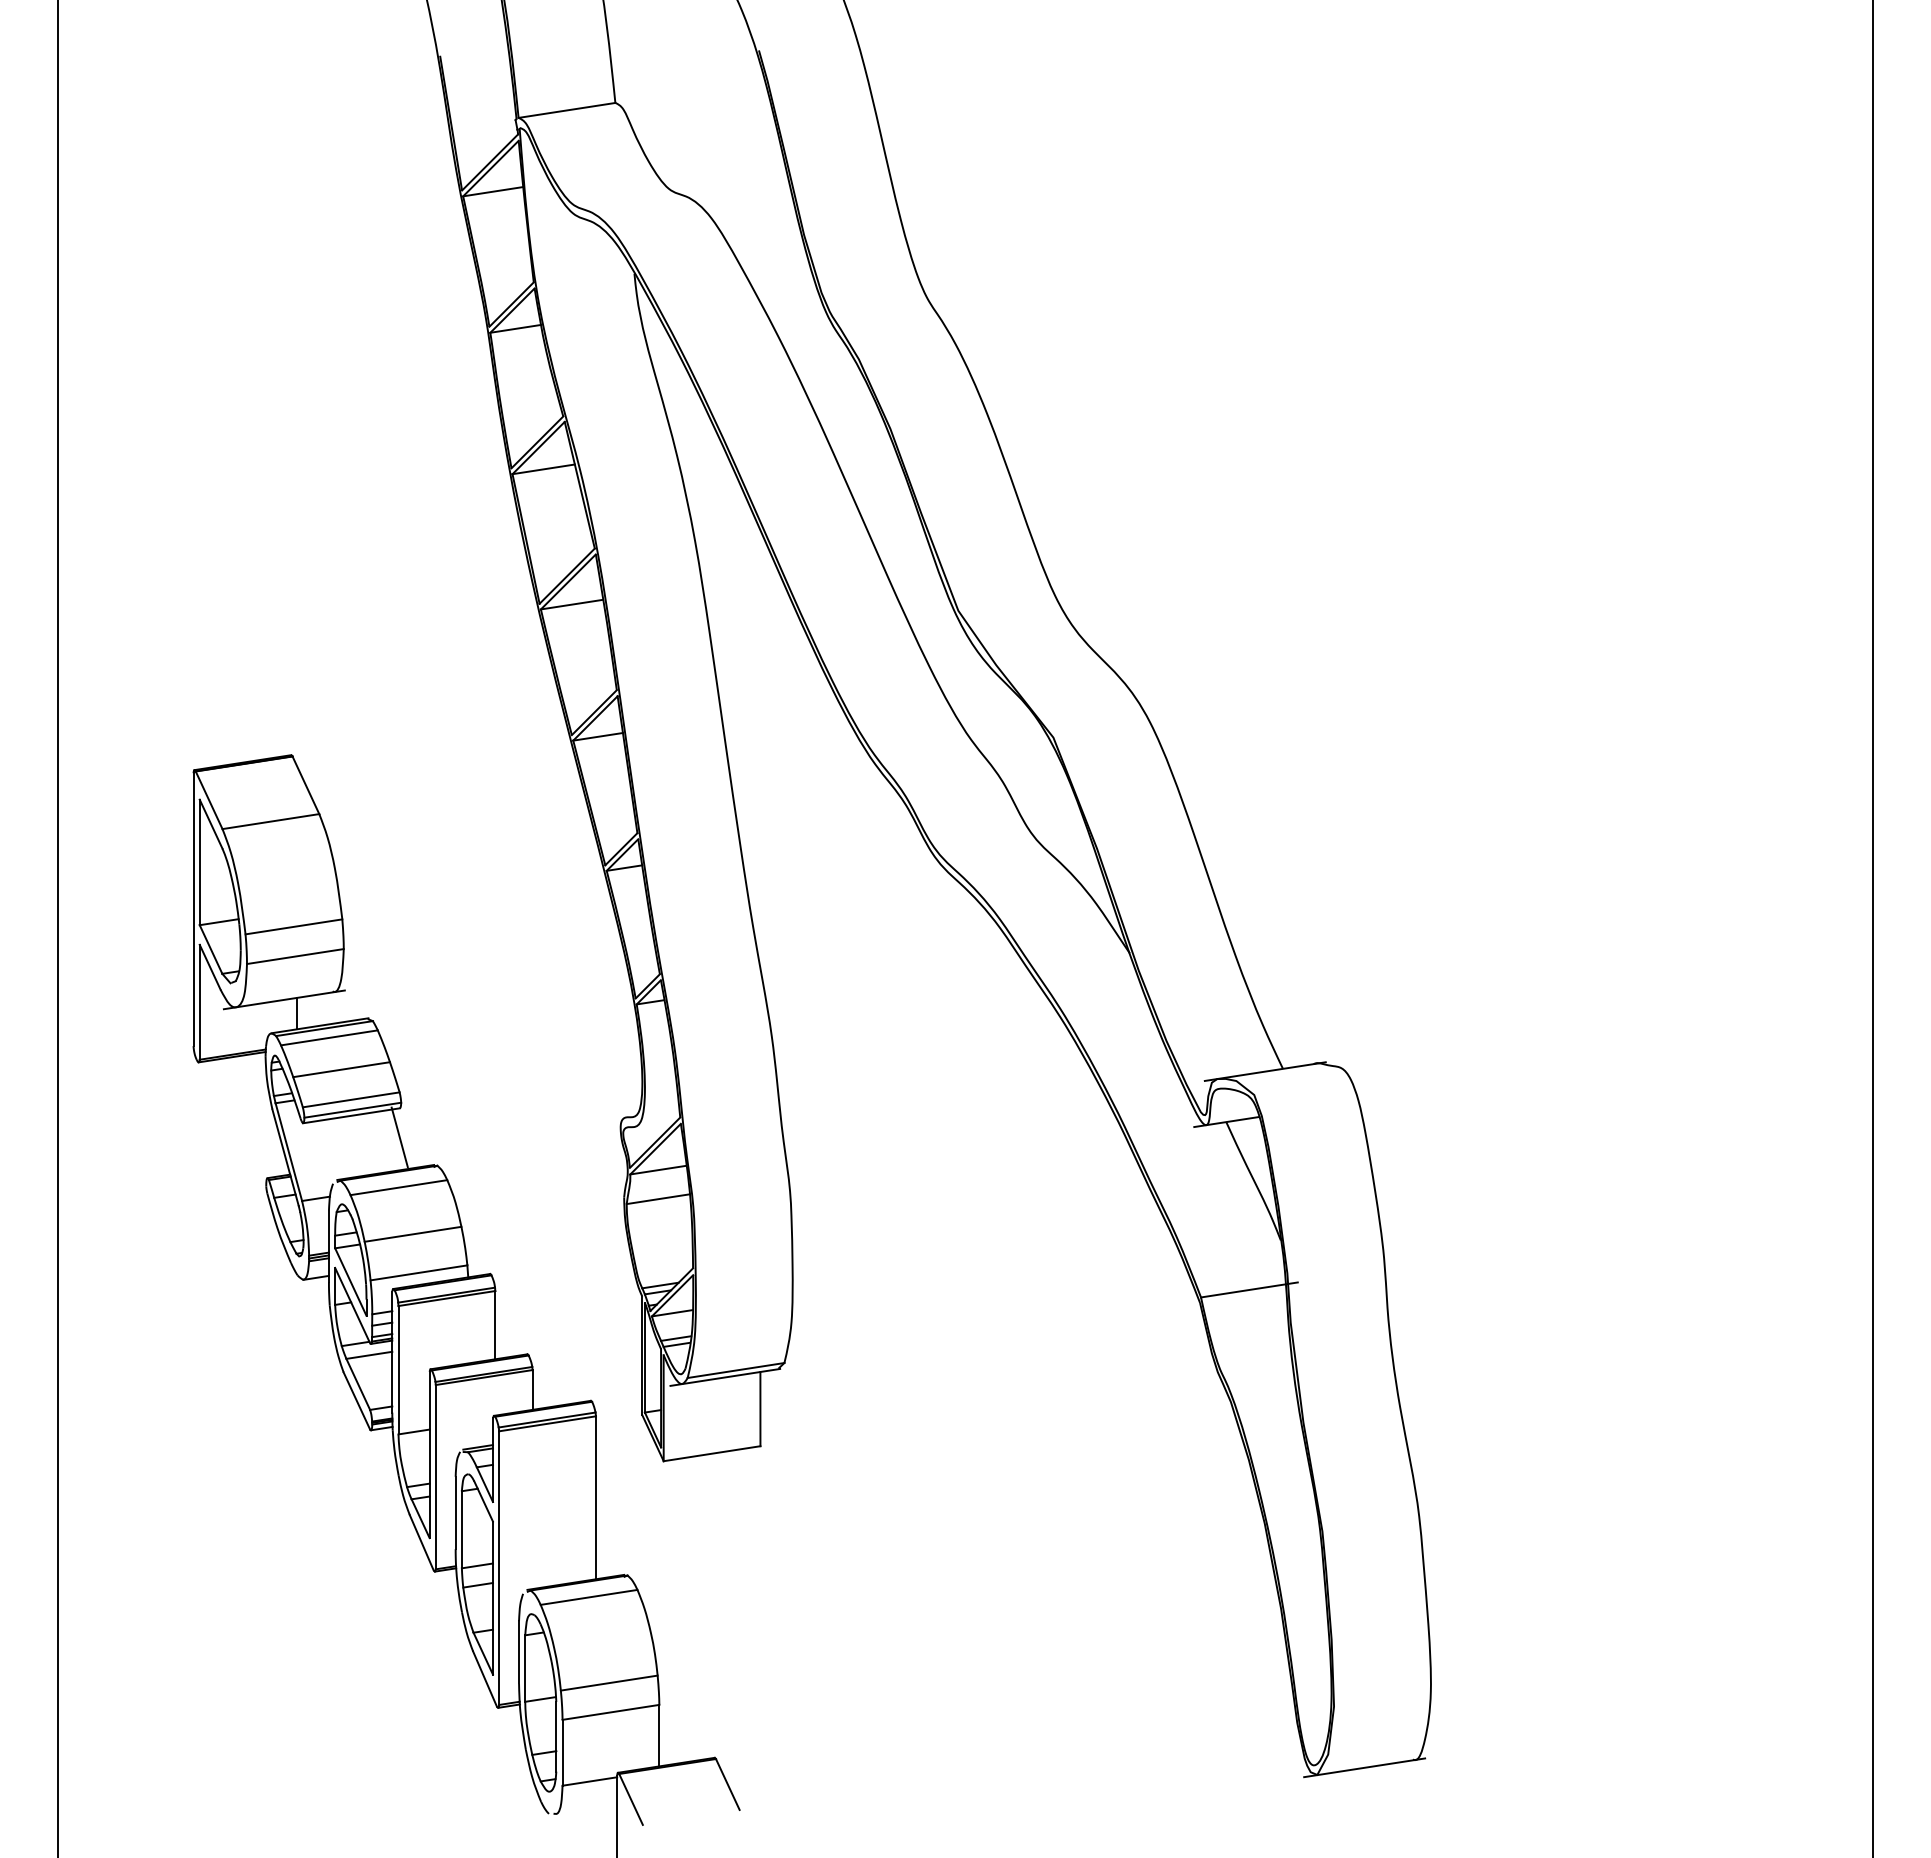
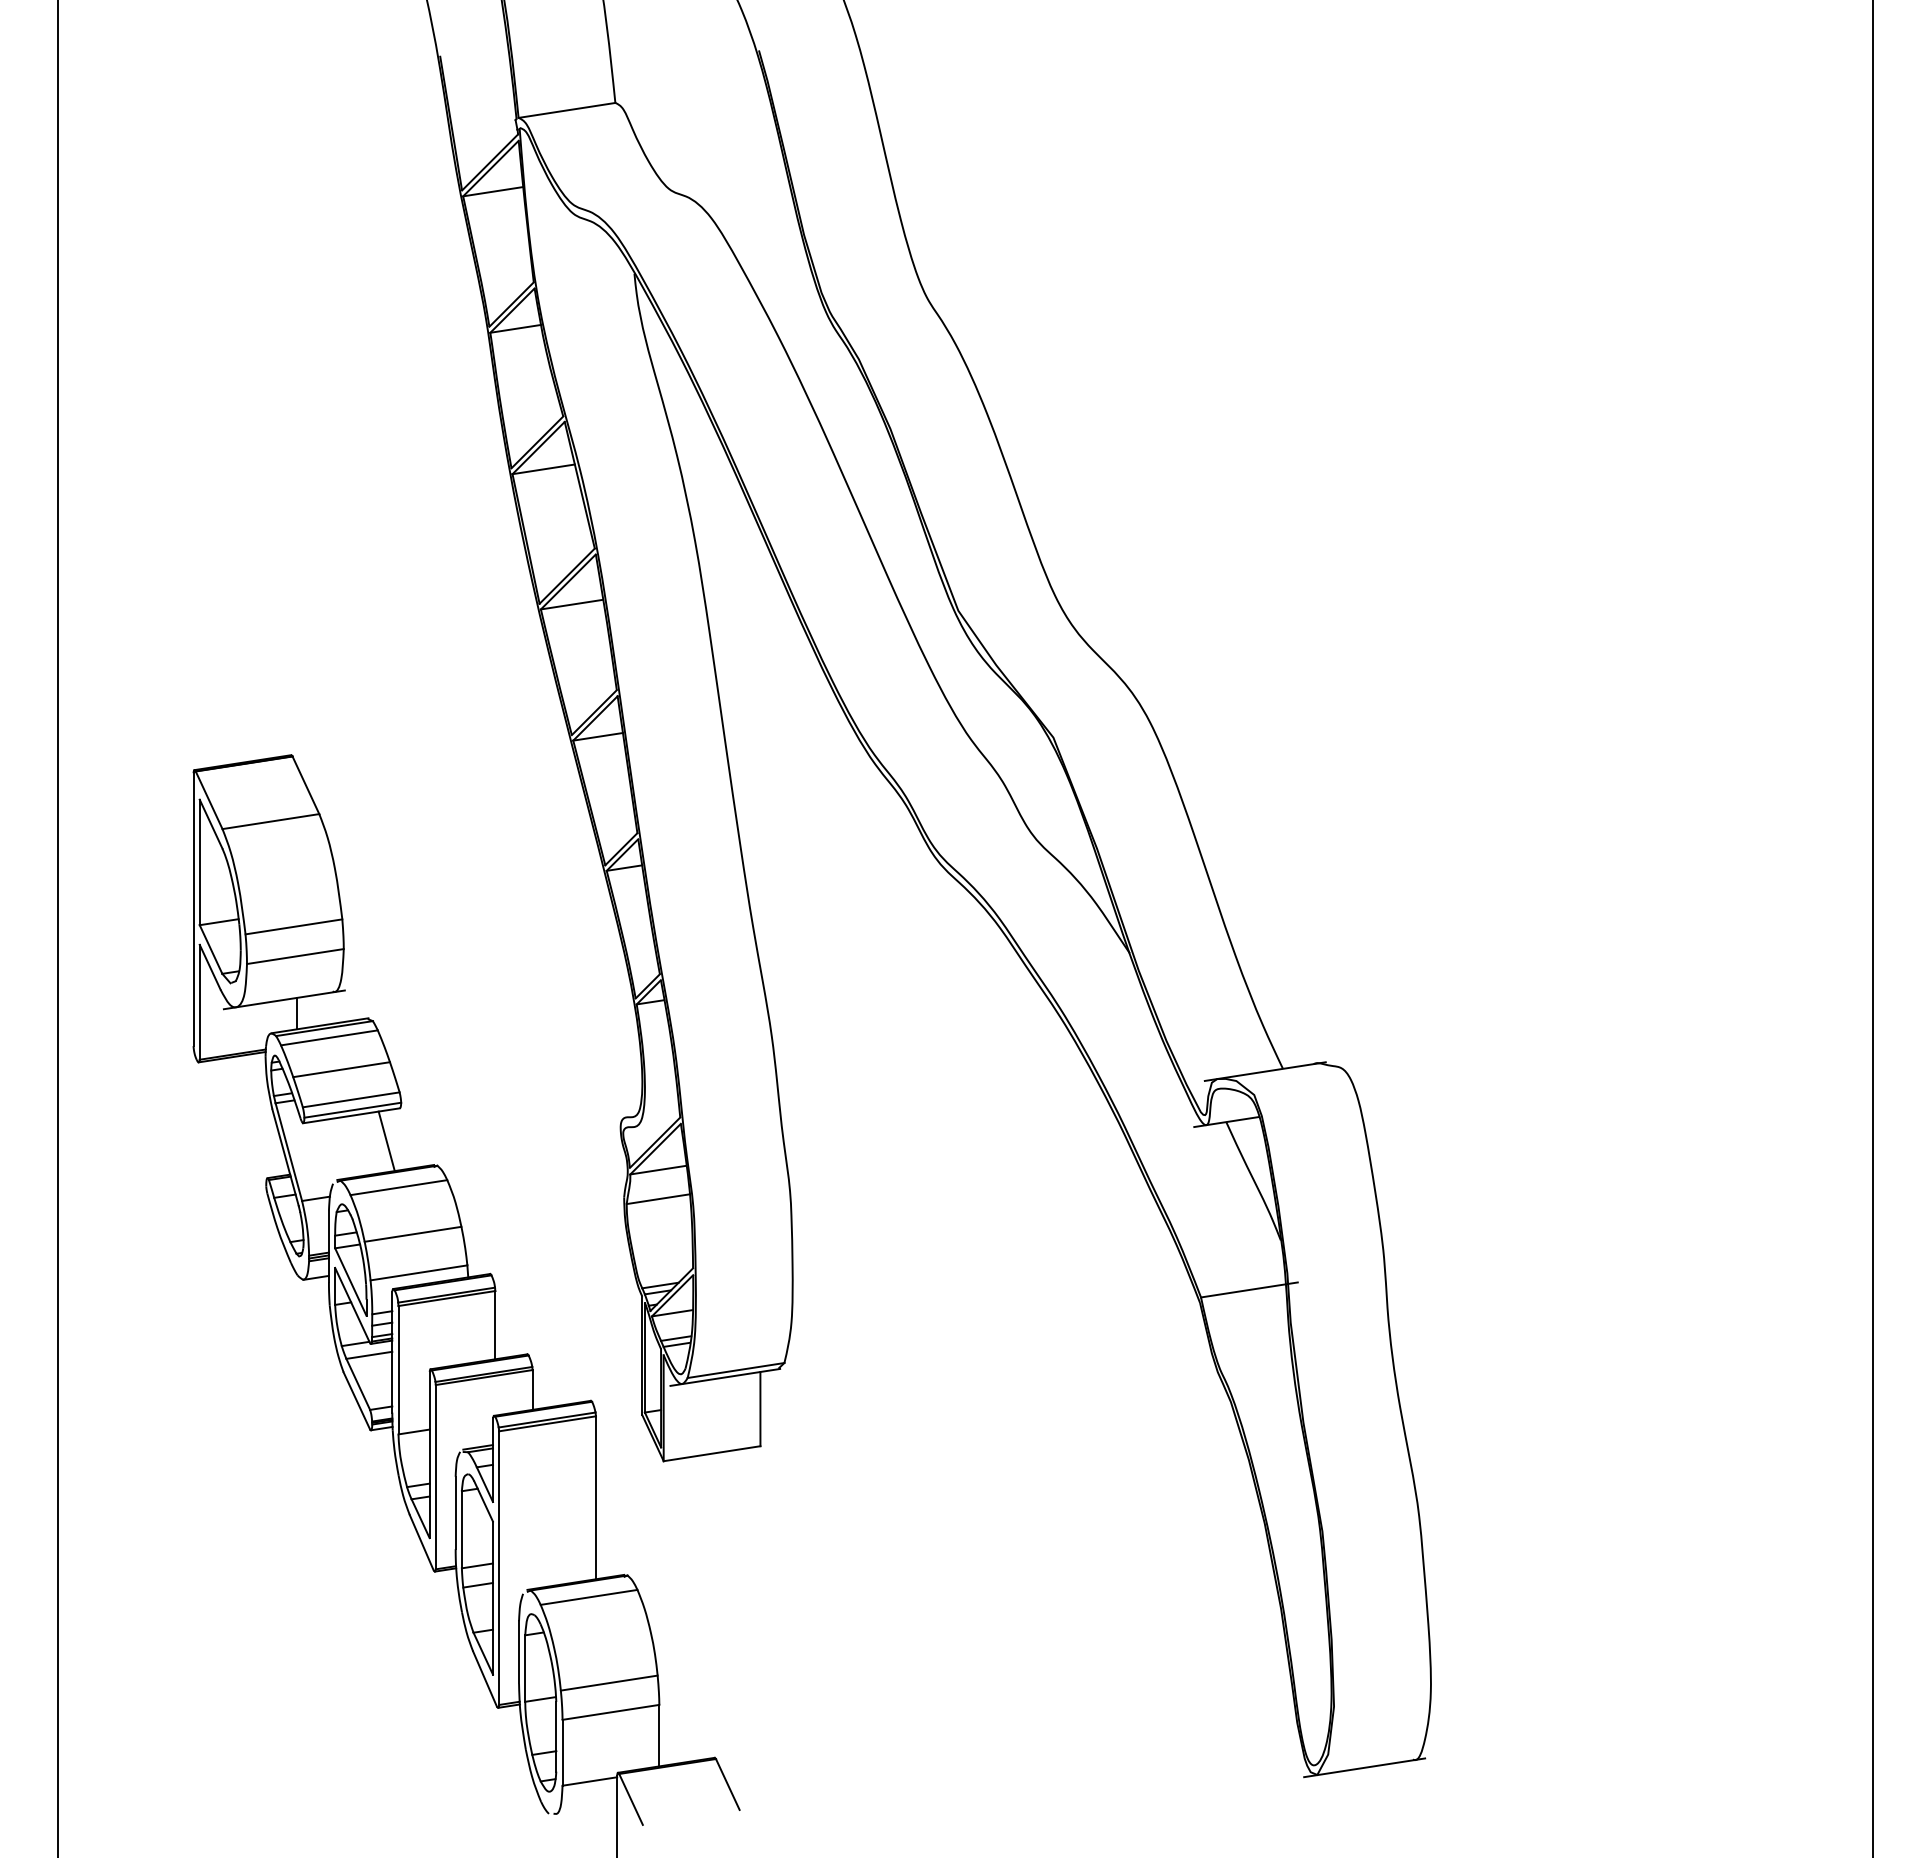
line at (399, 1137) position: (399, 1137) -> (386, 1141)
